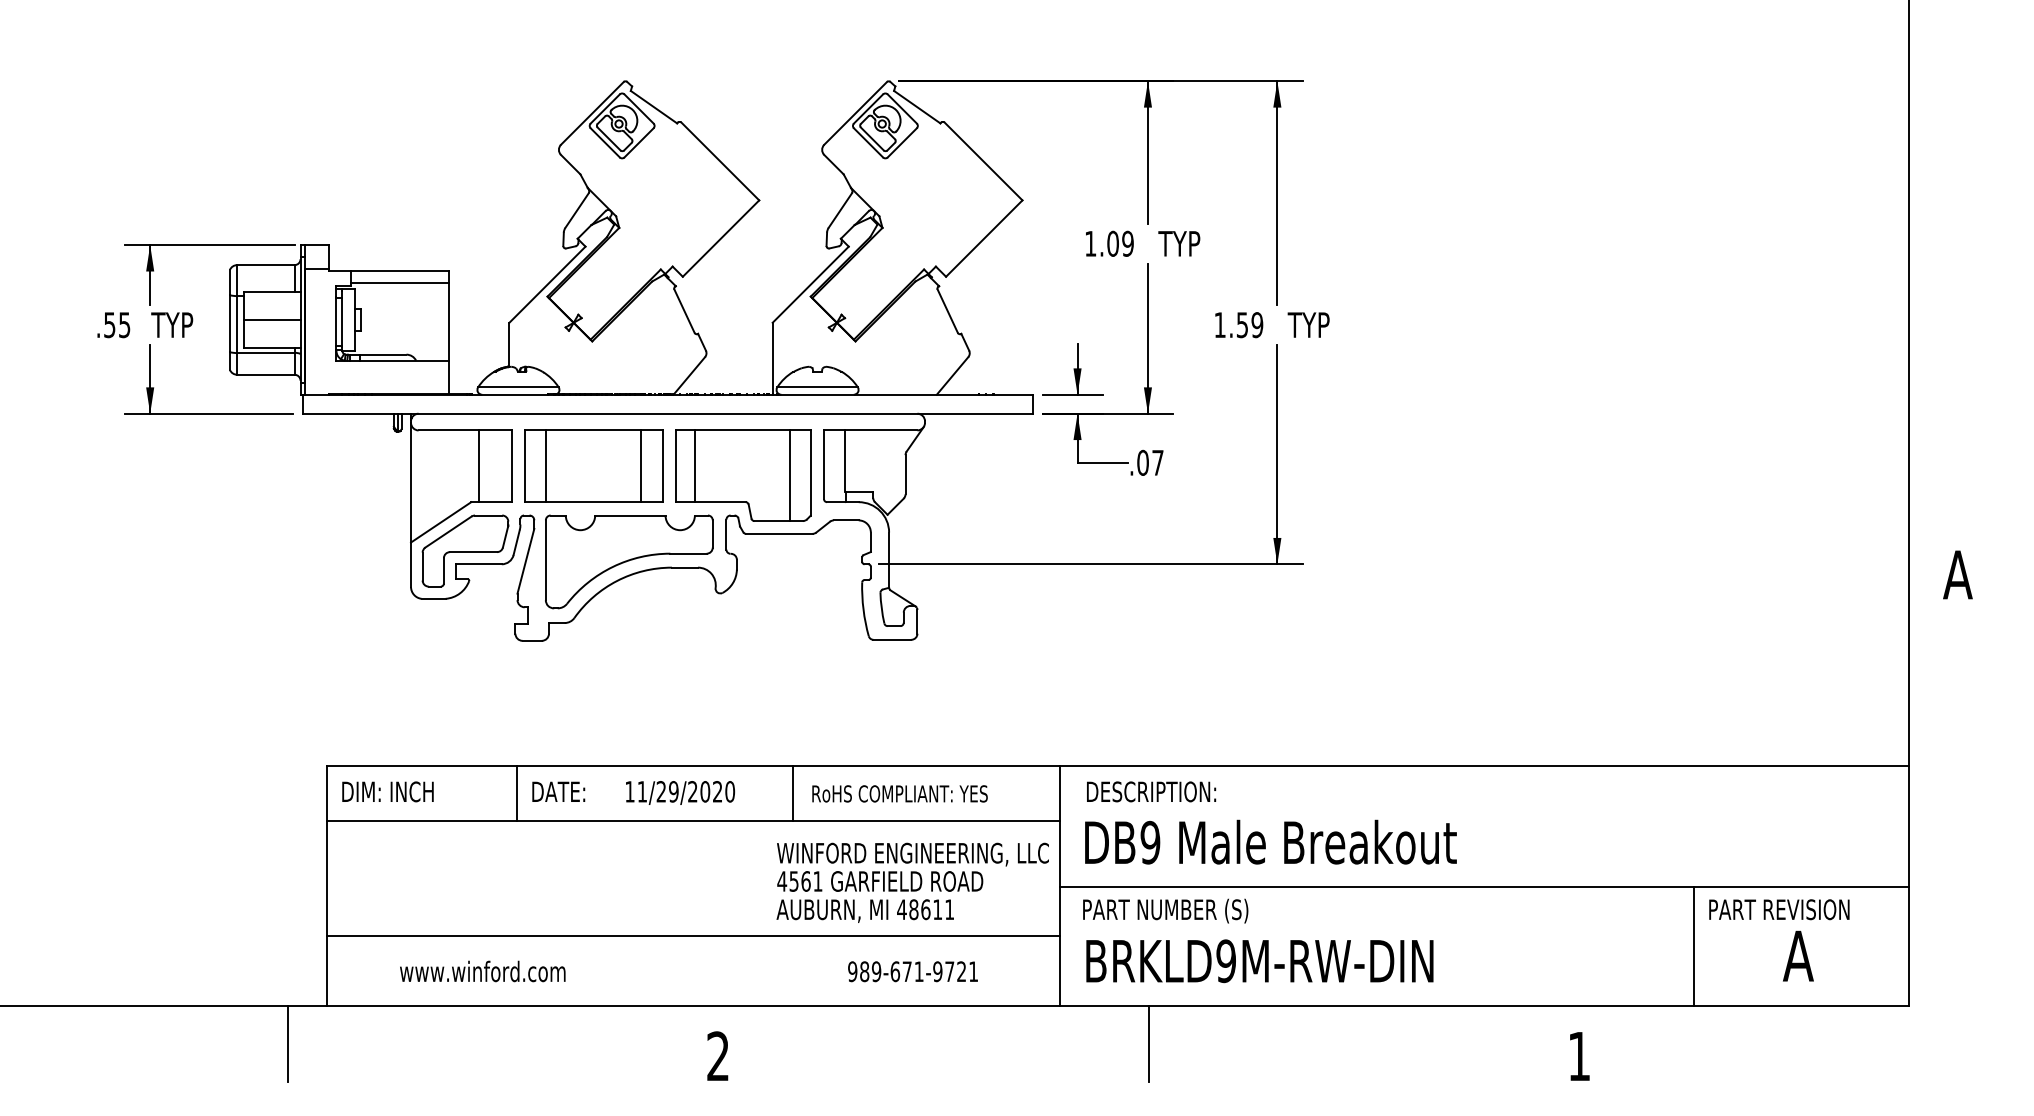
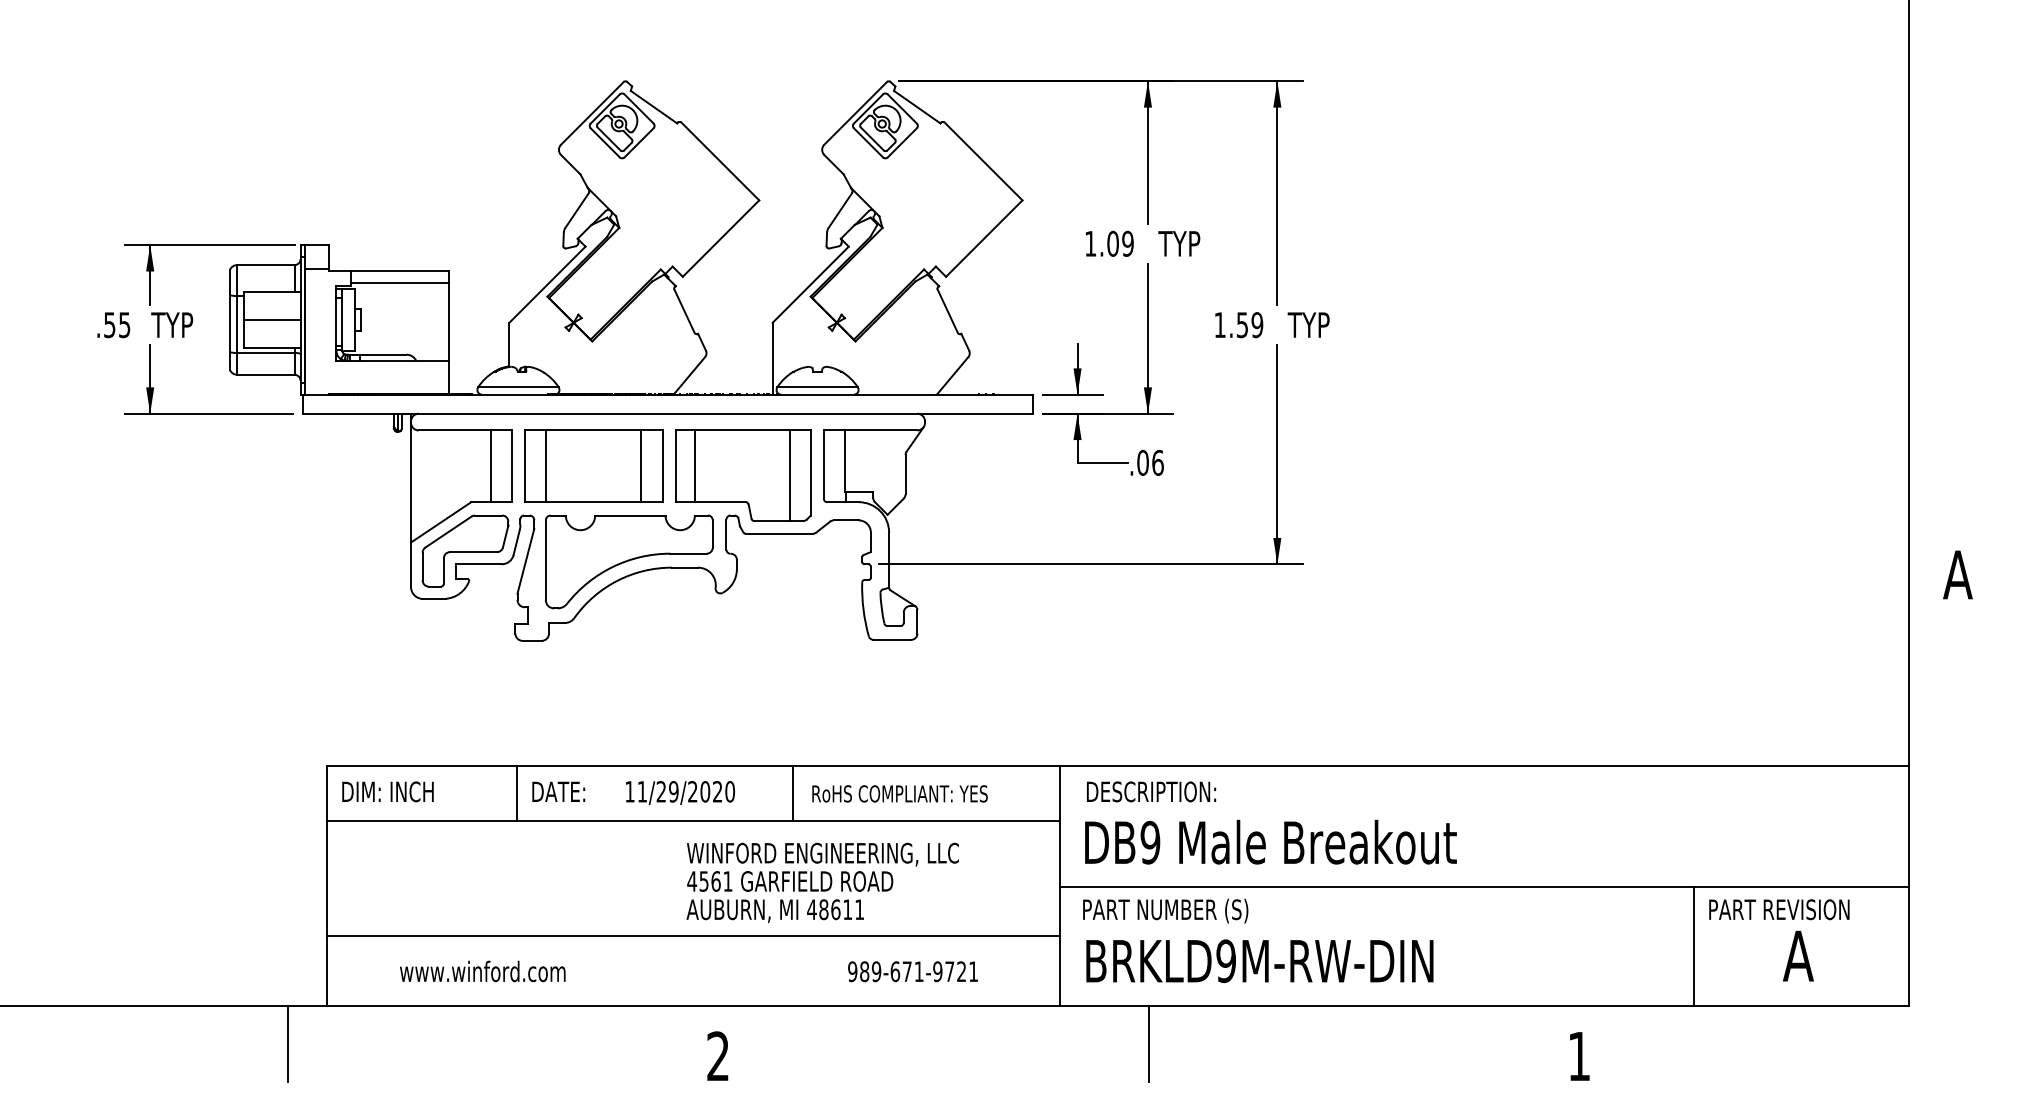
text at (1157, 462): .07 -> .06
line at (478, 466) position: (478, 466) -> (490, 466)
text at (912, 882) position: (912, 882) -> (822, 882)
